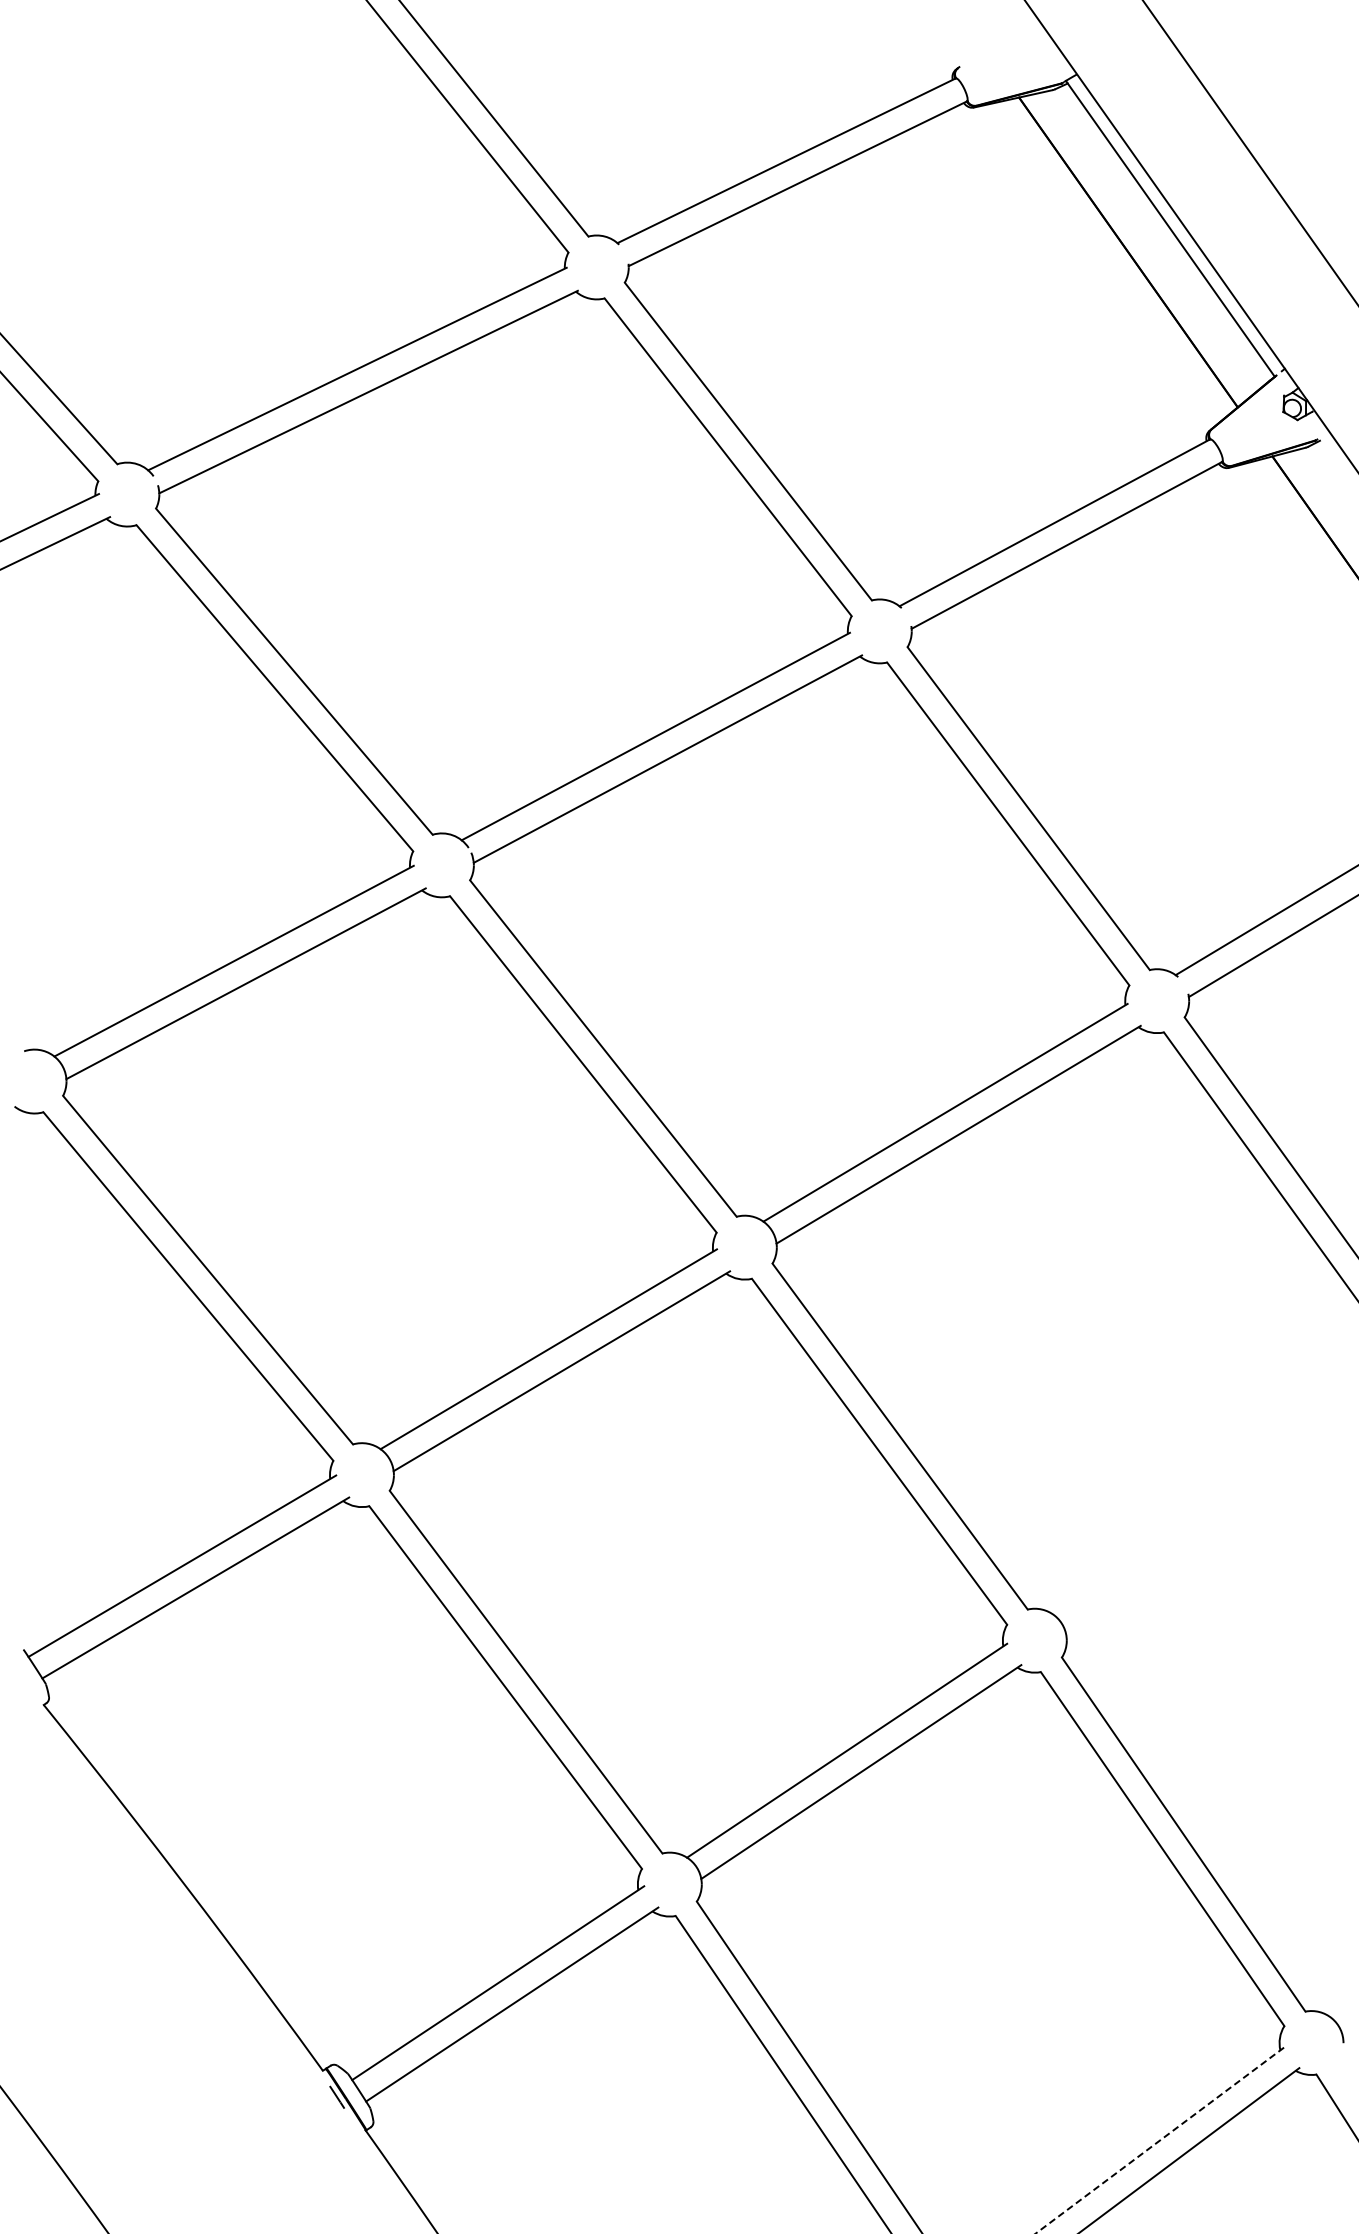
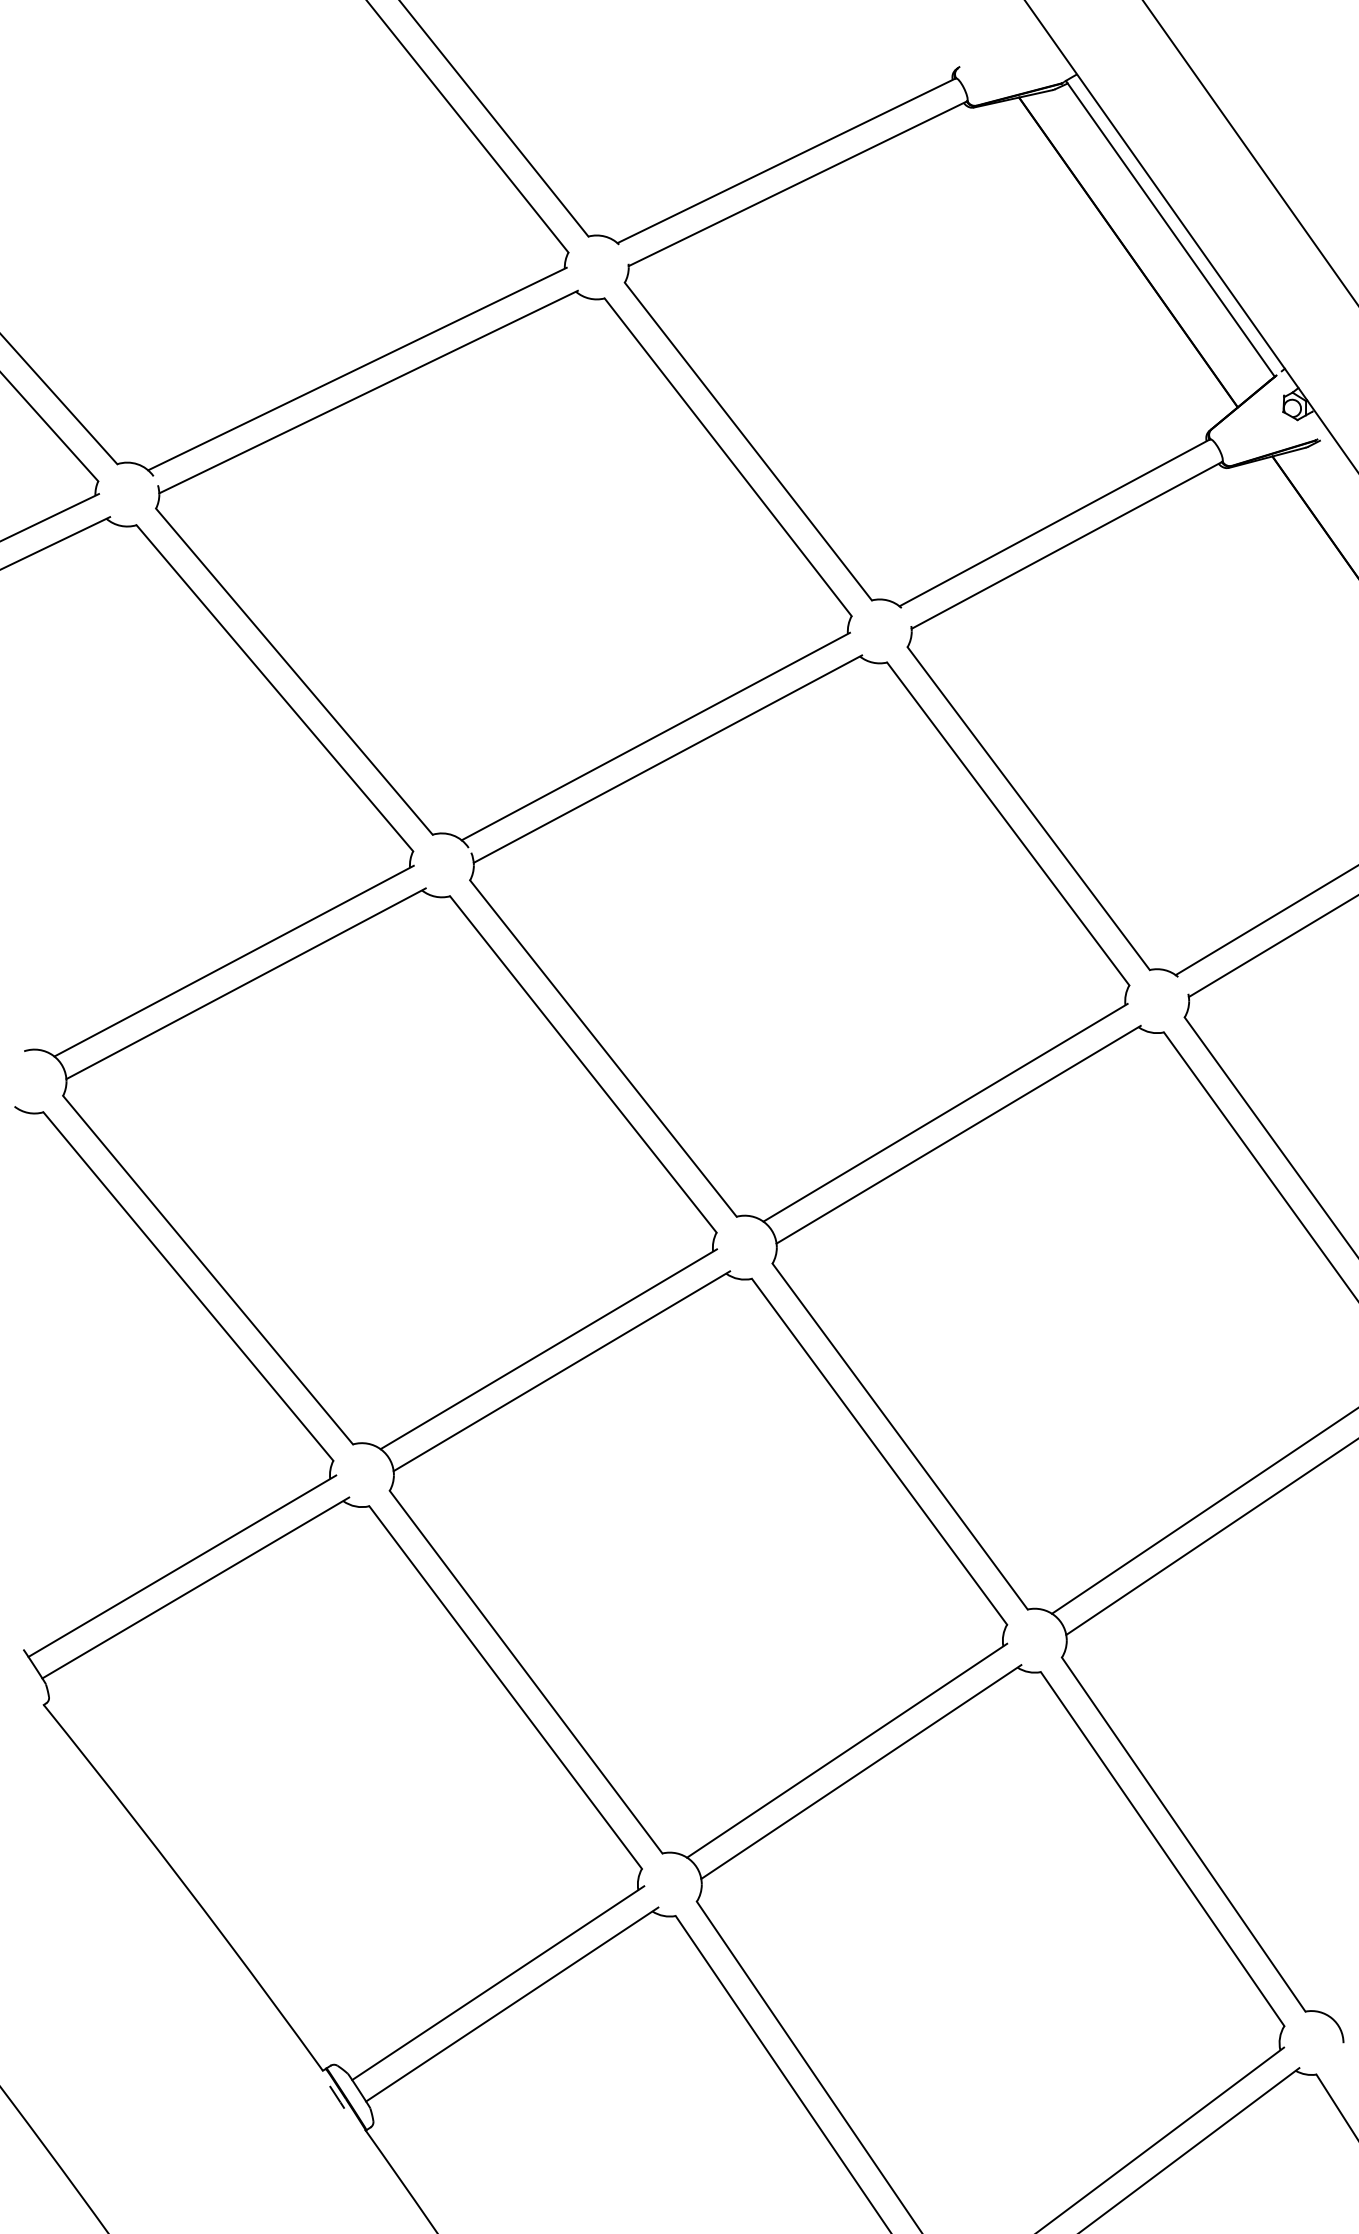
line at (1203, 1511): none -> present
line at (1210, 1537): none -> present
line at (1159, 2140): dashed -> solid
